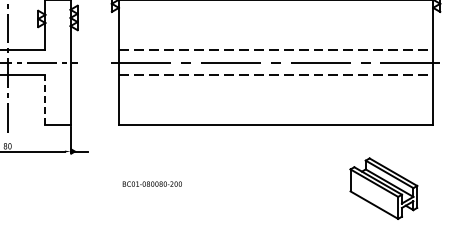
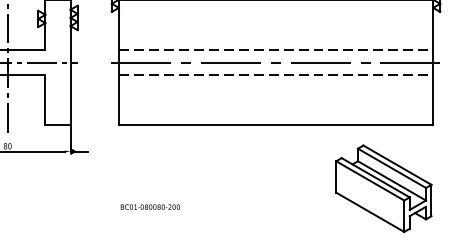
line at (45, 99): dashed -> solid
text at (151, 183) position: (151, 183) -> (149, 206)
part at (383, 188) size: 70x63 px -> 98x89 px
